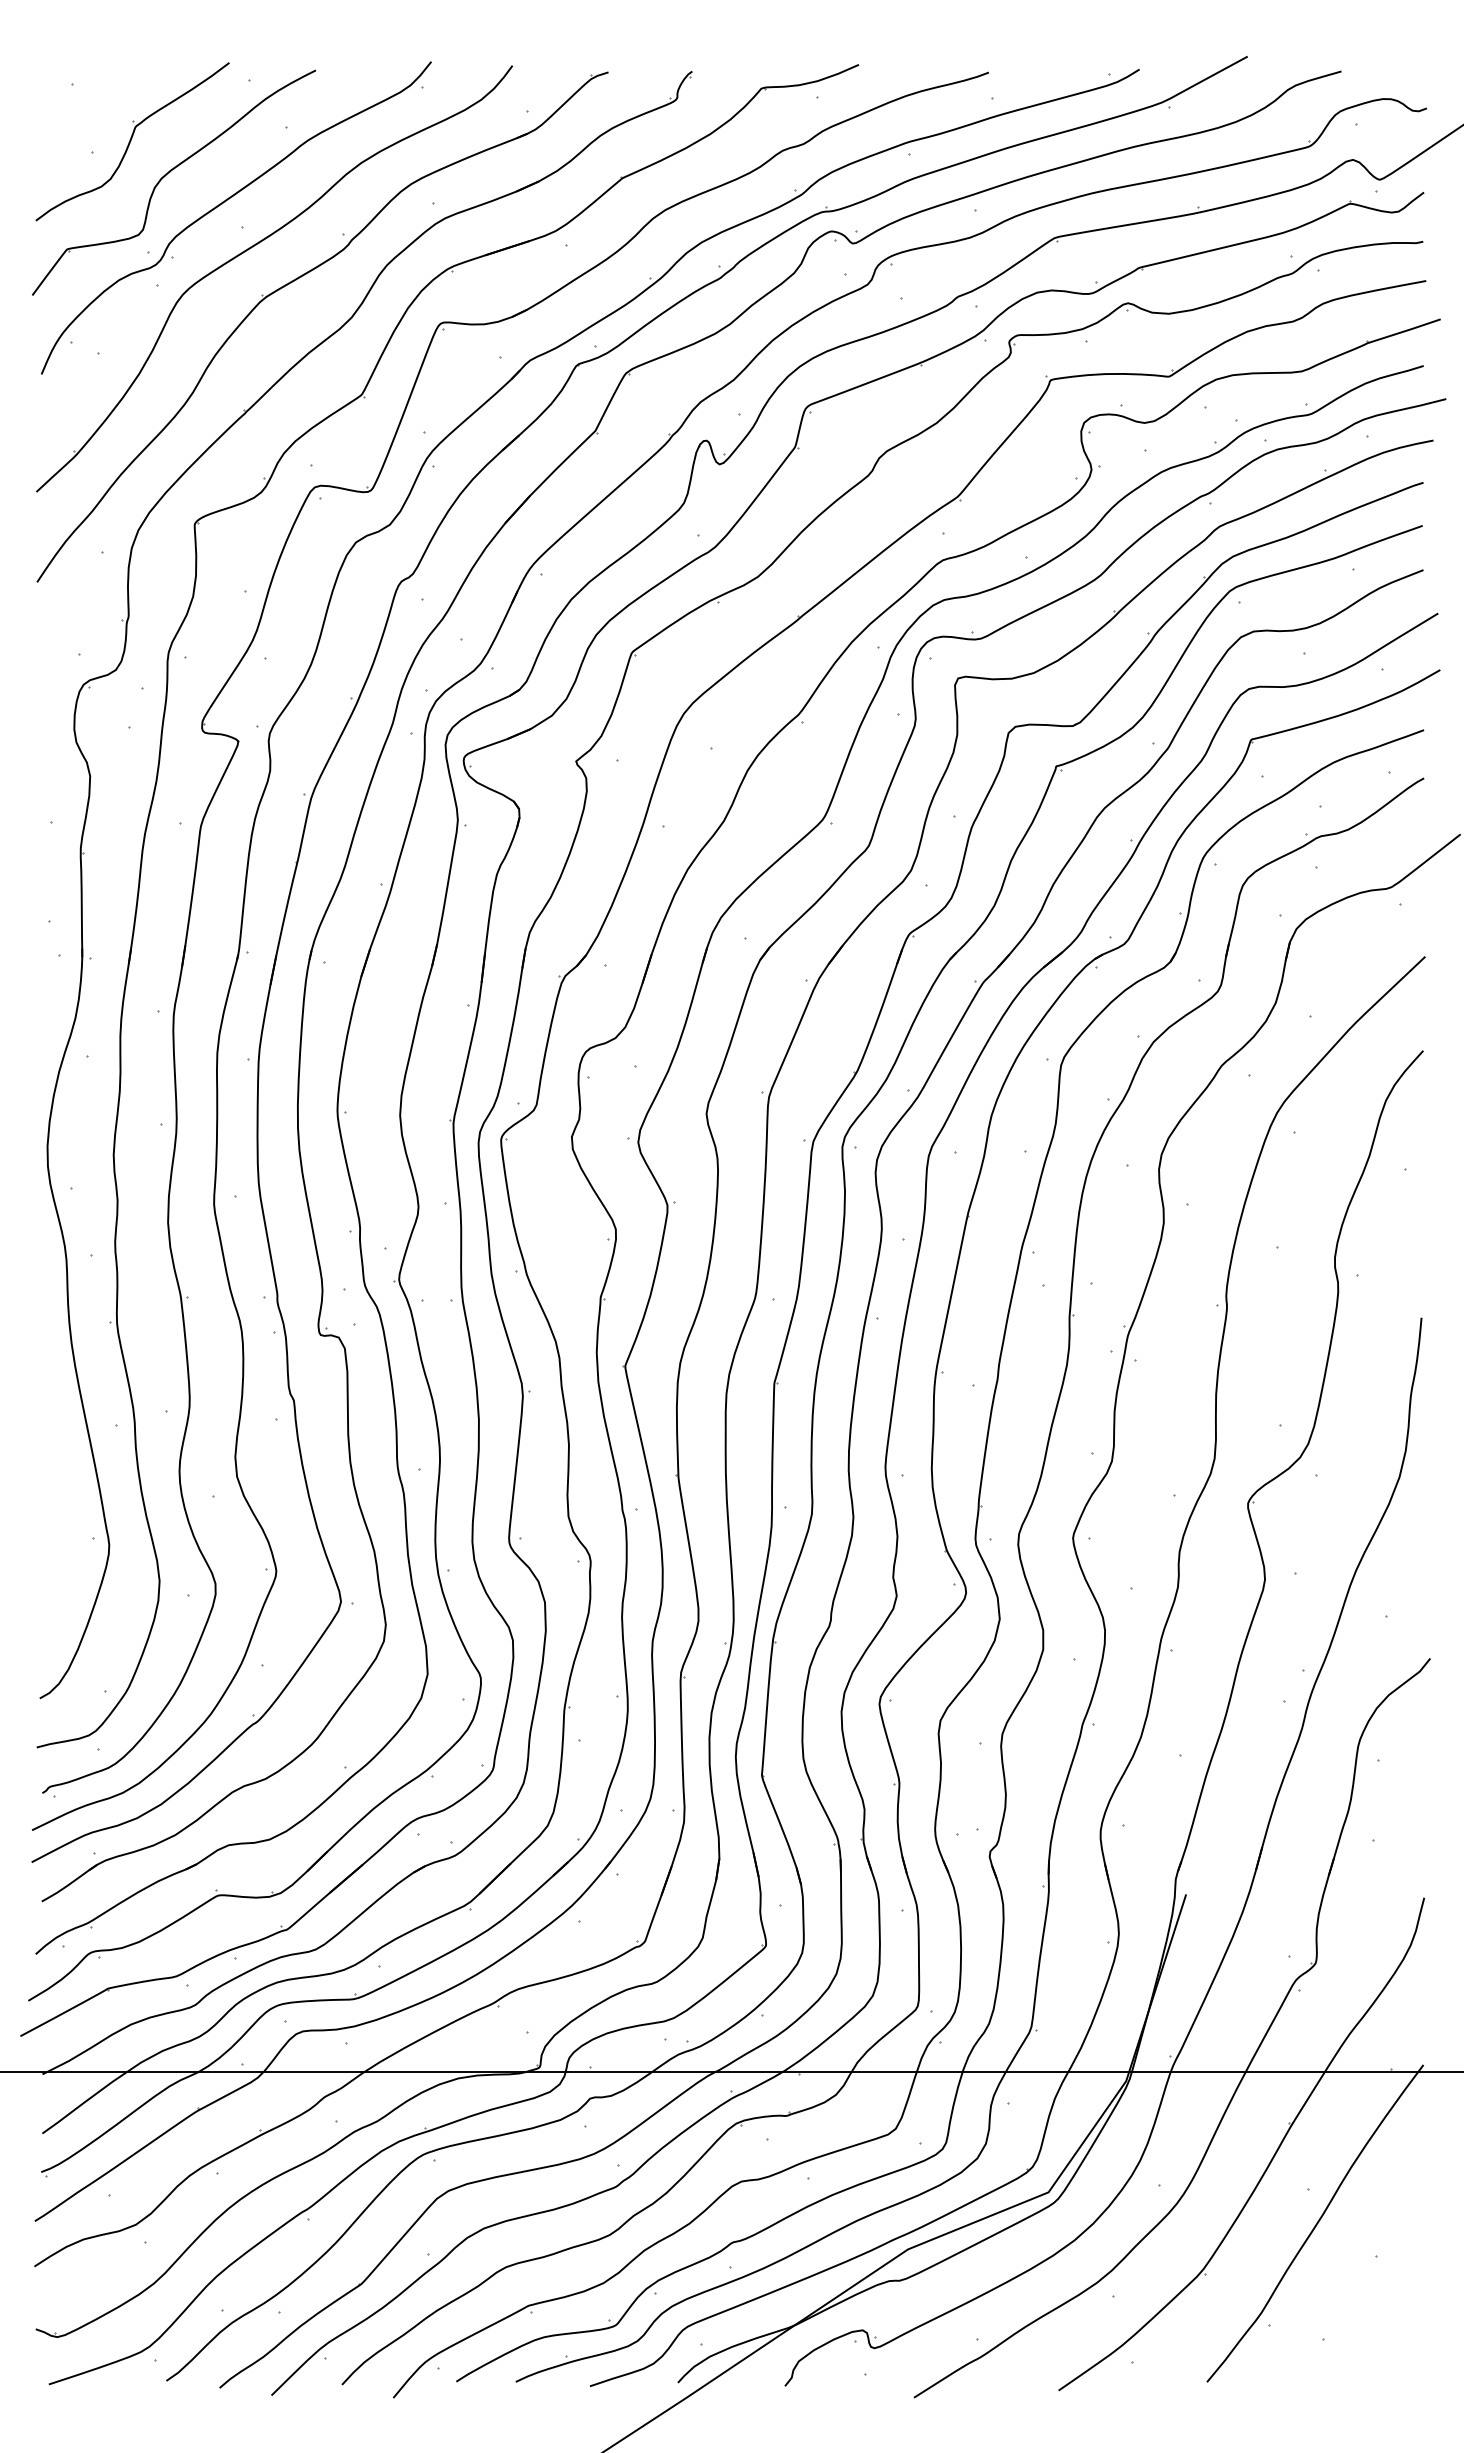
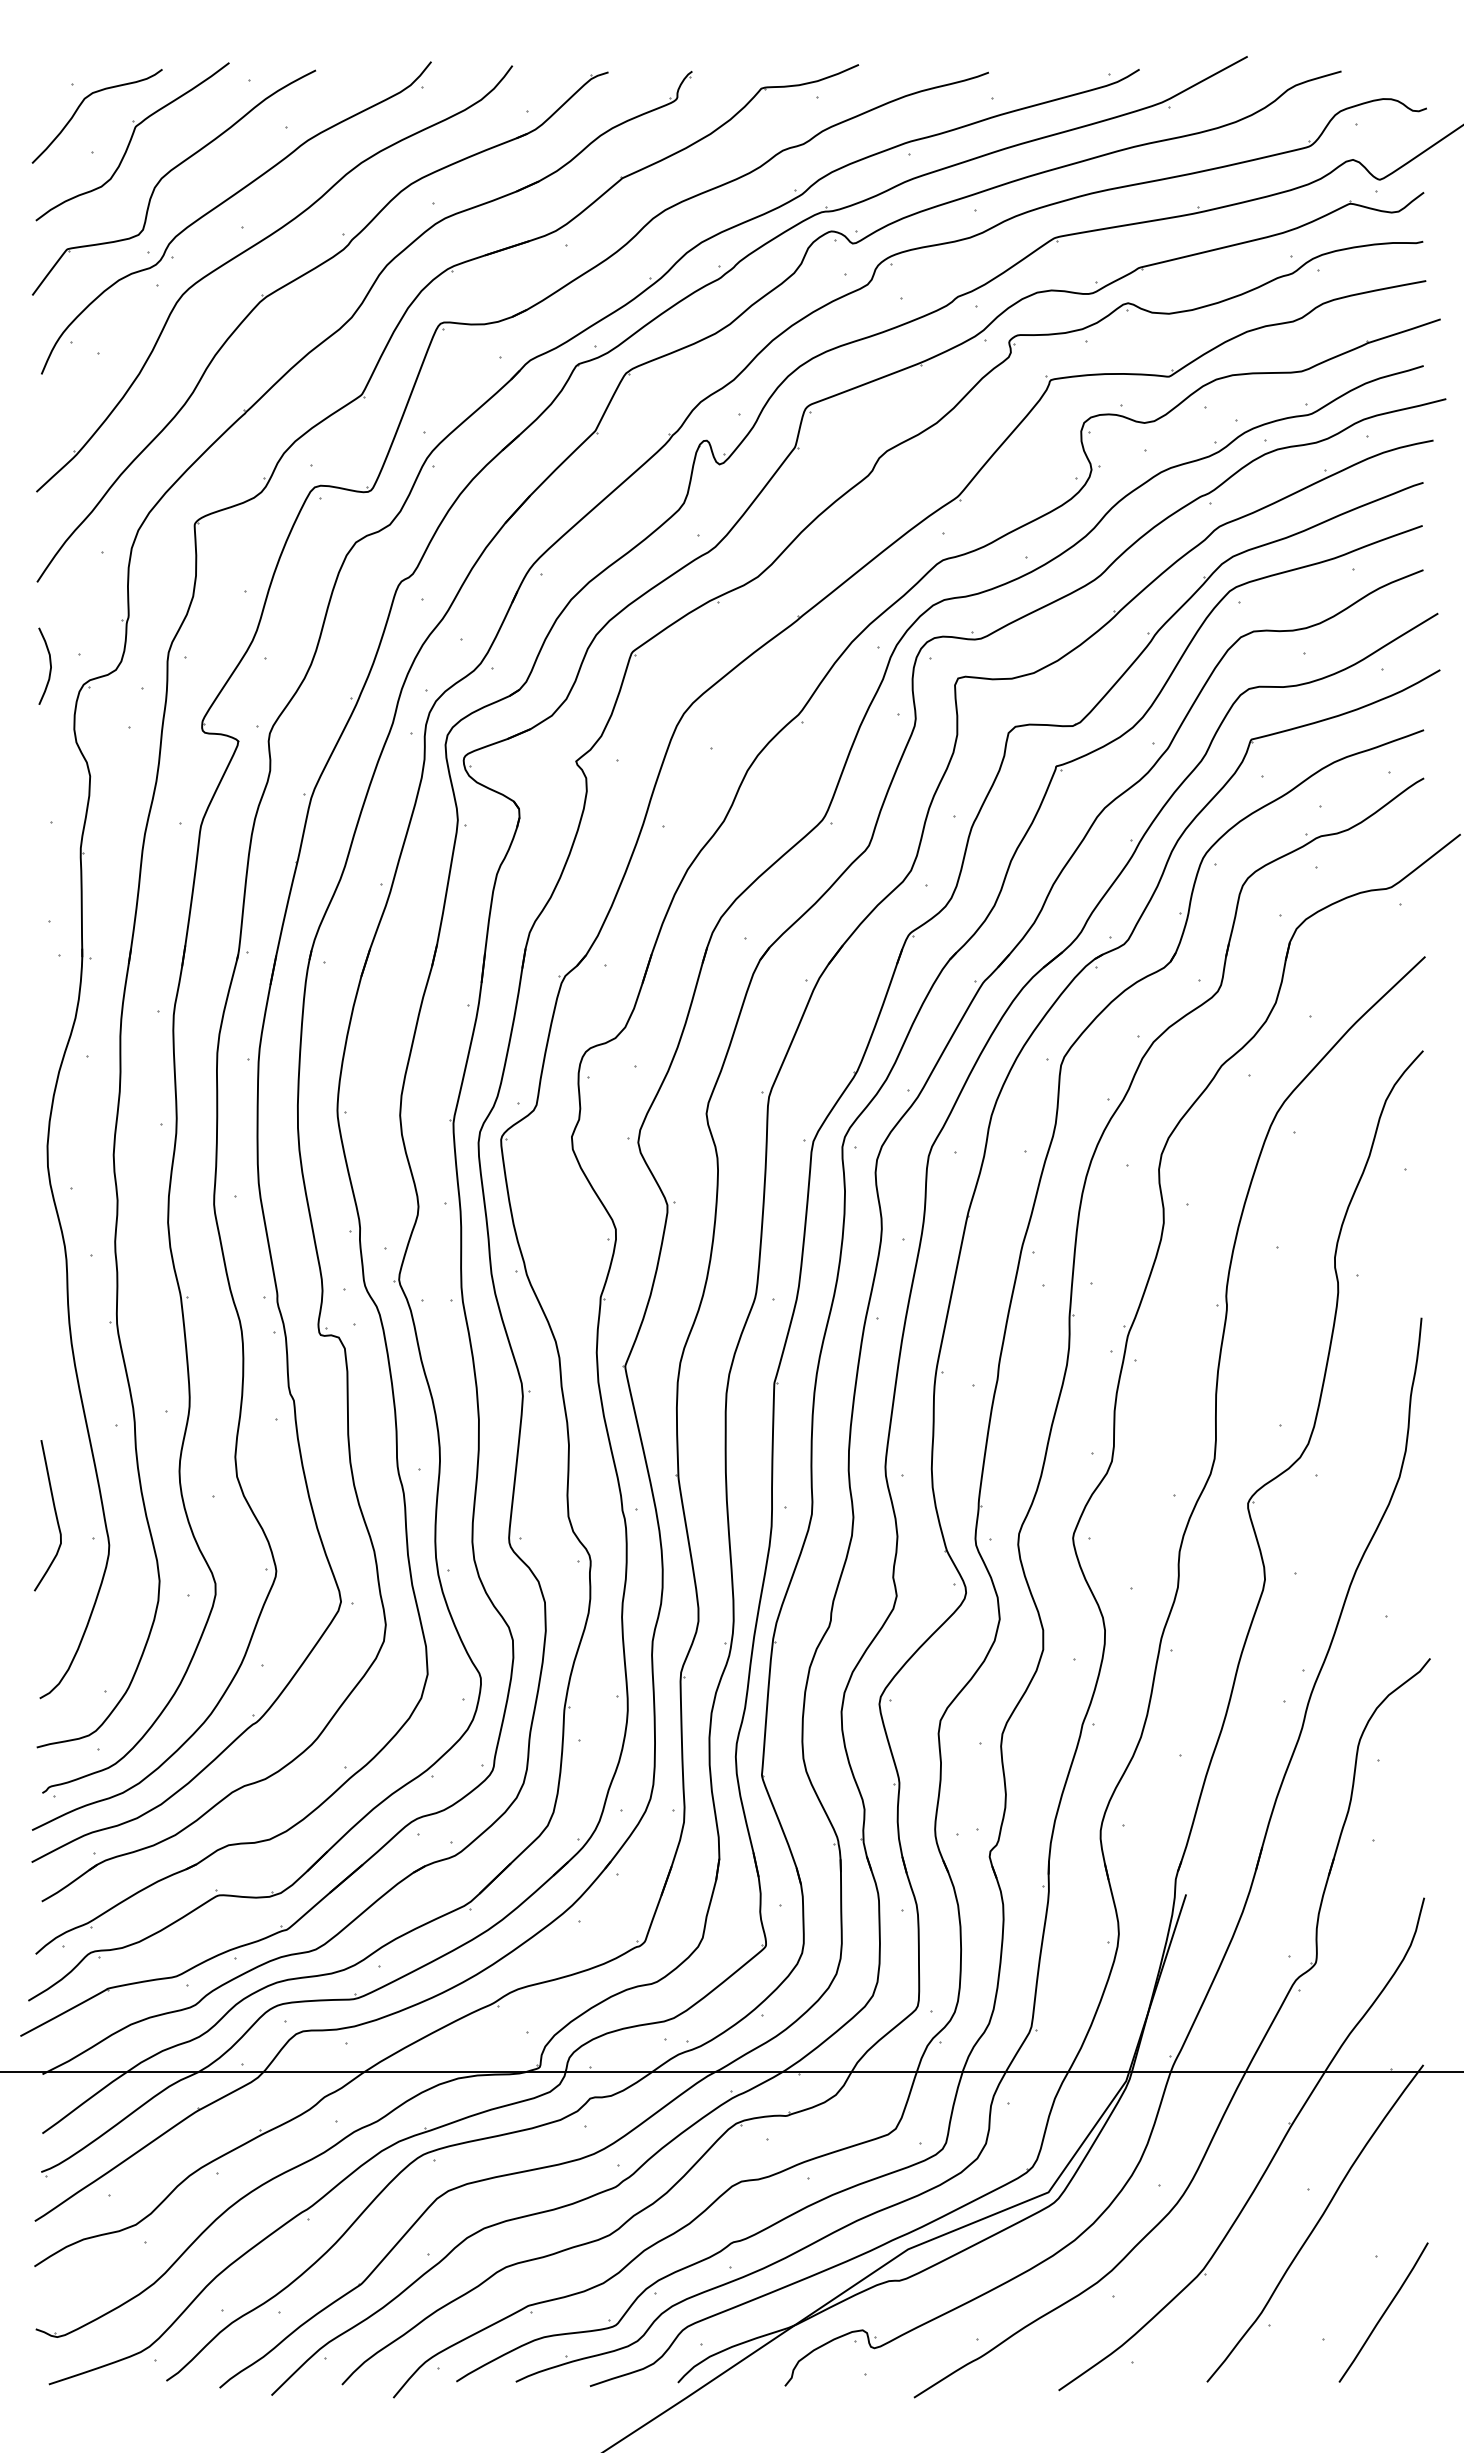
curve at (80, 106): none -> present
curve at (49, 664): none -> present
curve at (54, 1512): none -> present
curve at (1383, 2312): none -> present
